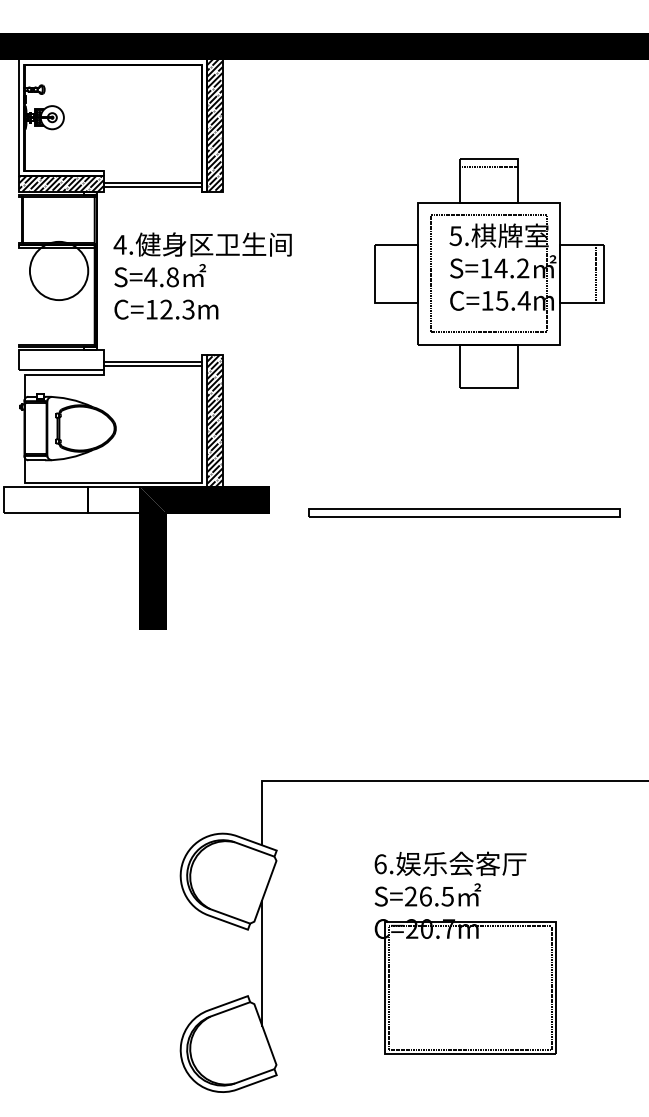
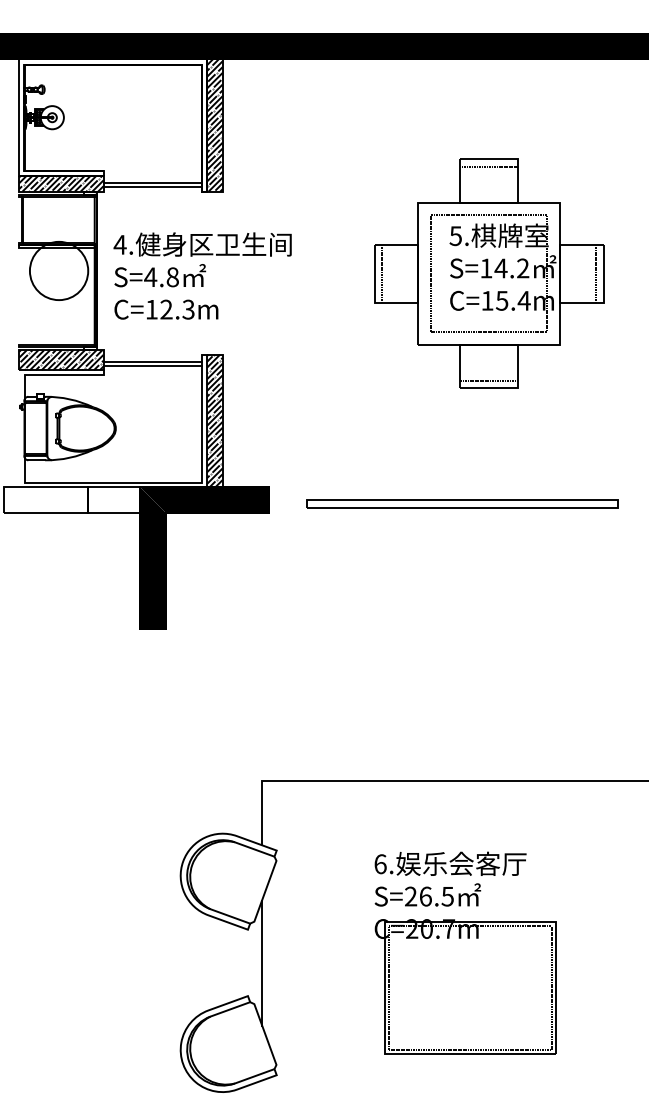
line at (382, 273): none -> present
hatch at (61, 360): none -> present
line at (489, 380): none -> present
part at (464, 512) position: (464, 512) -> (462, 503)
